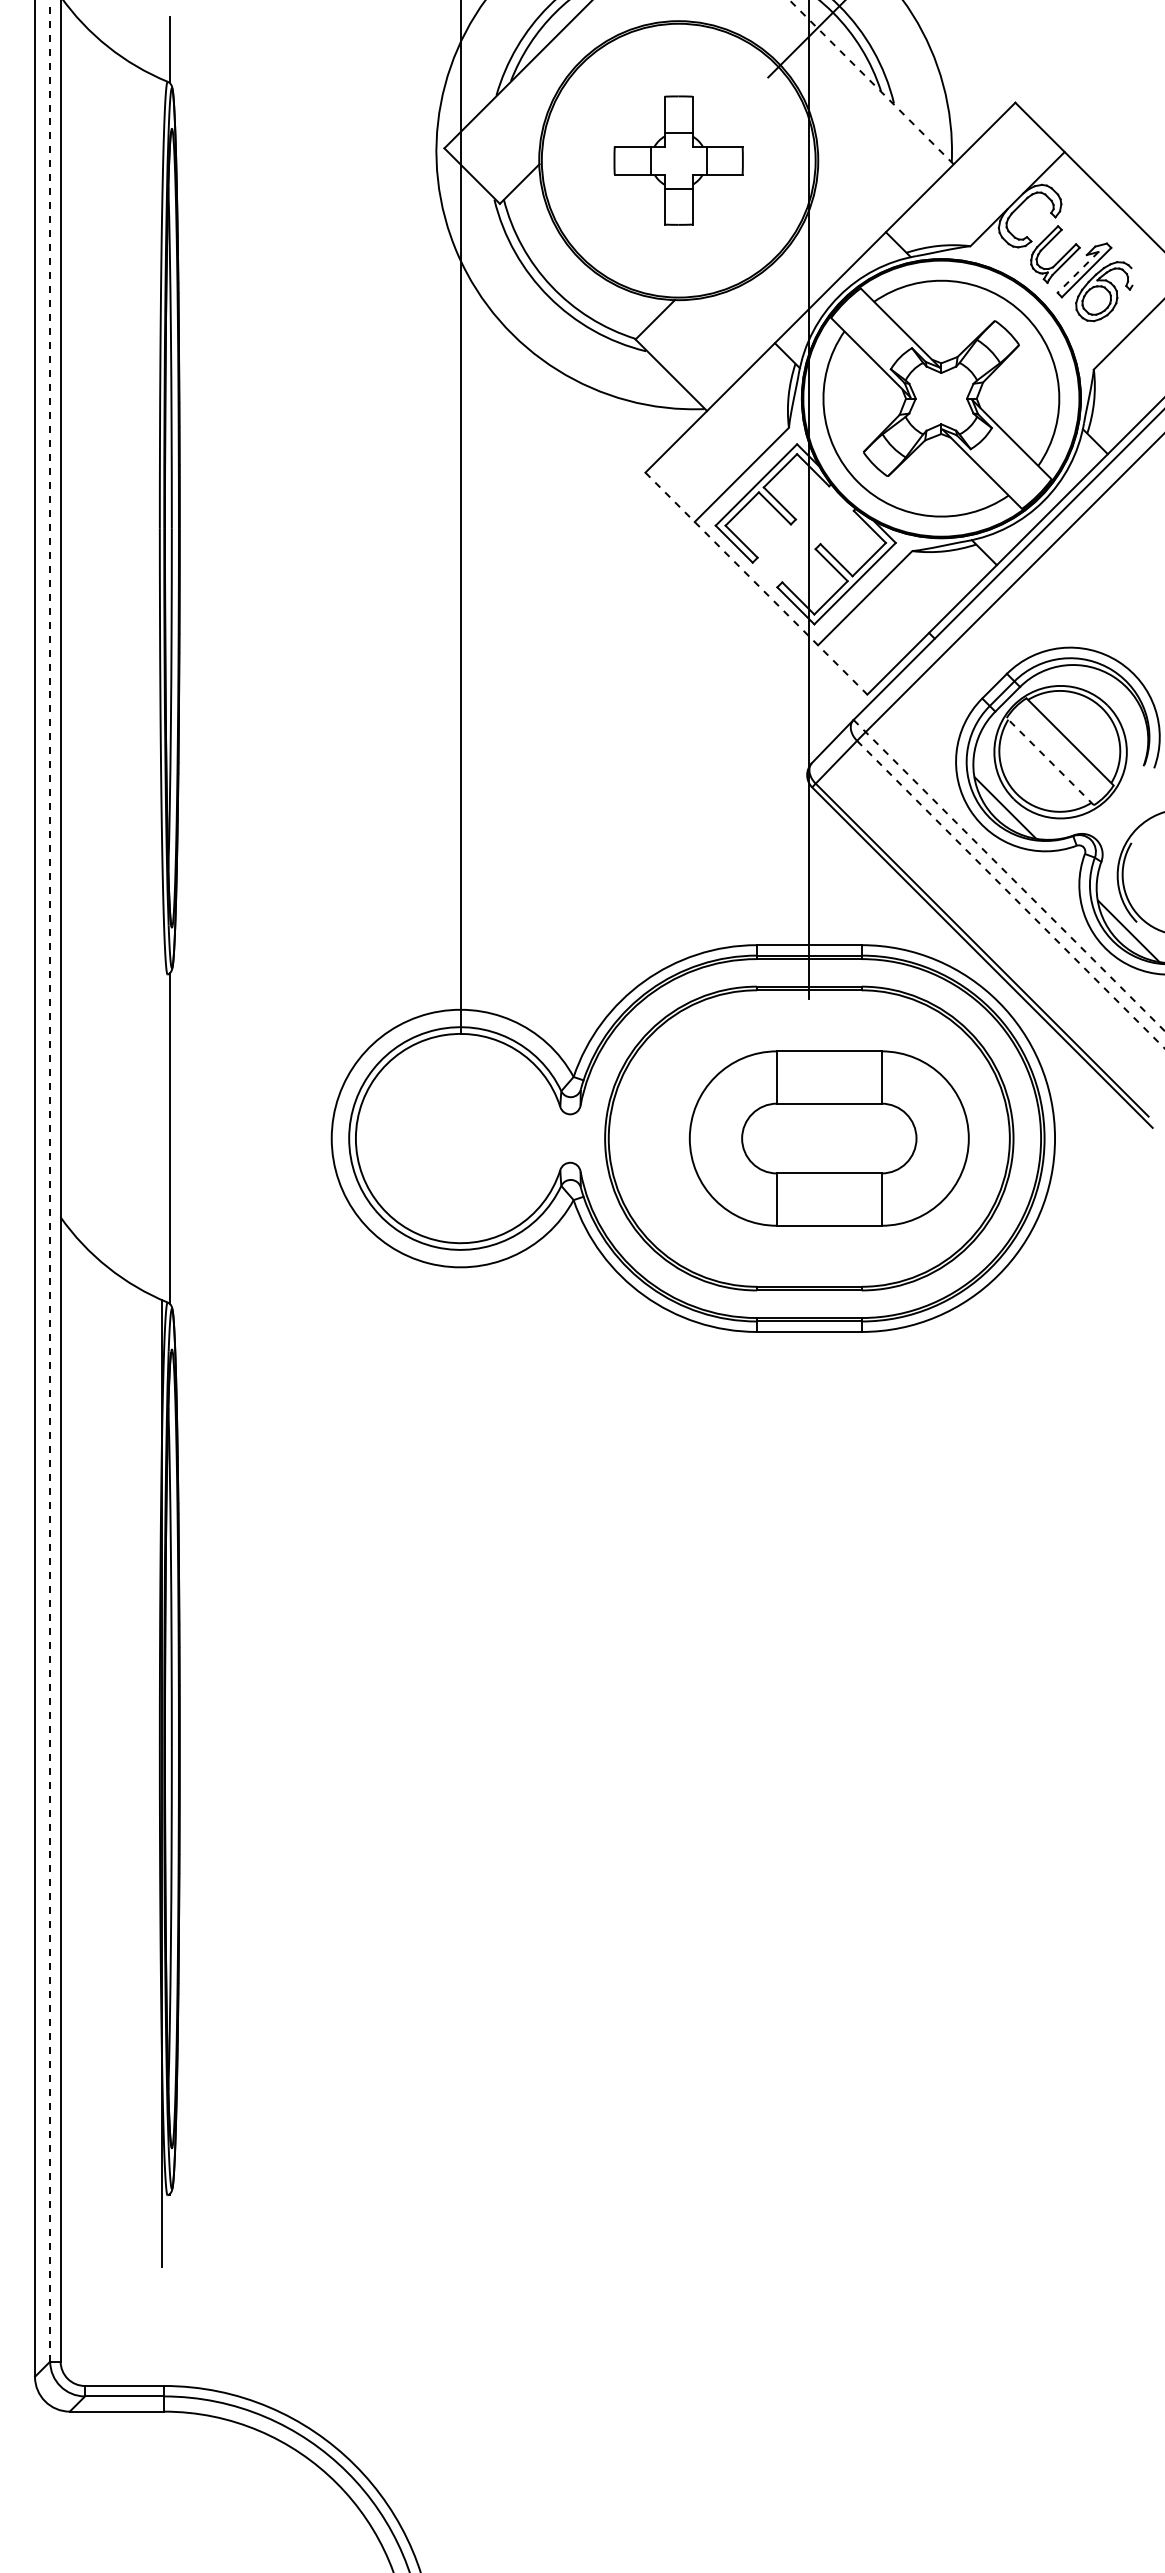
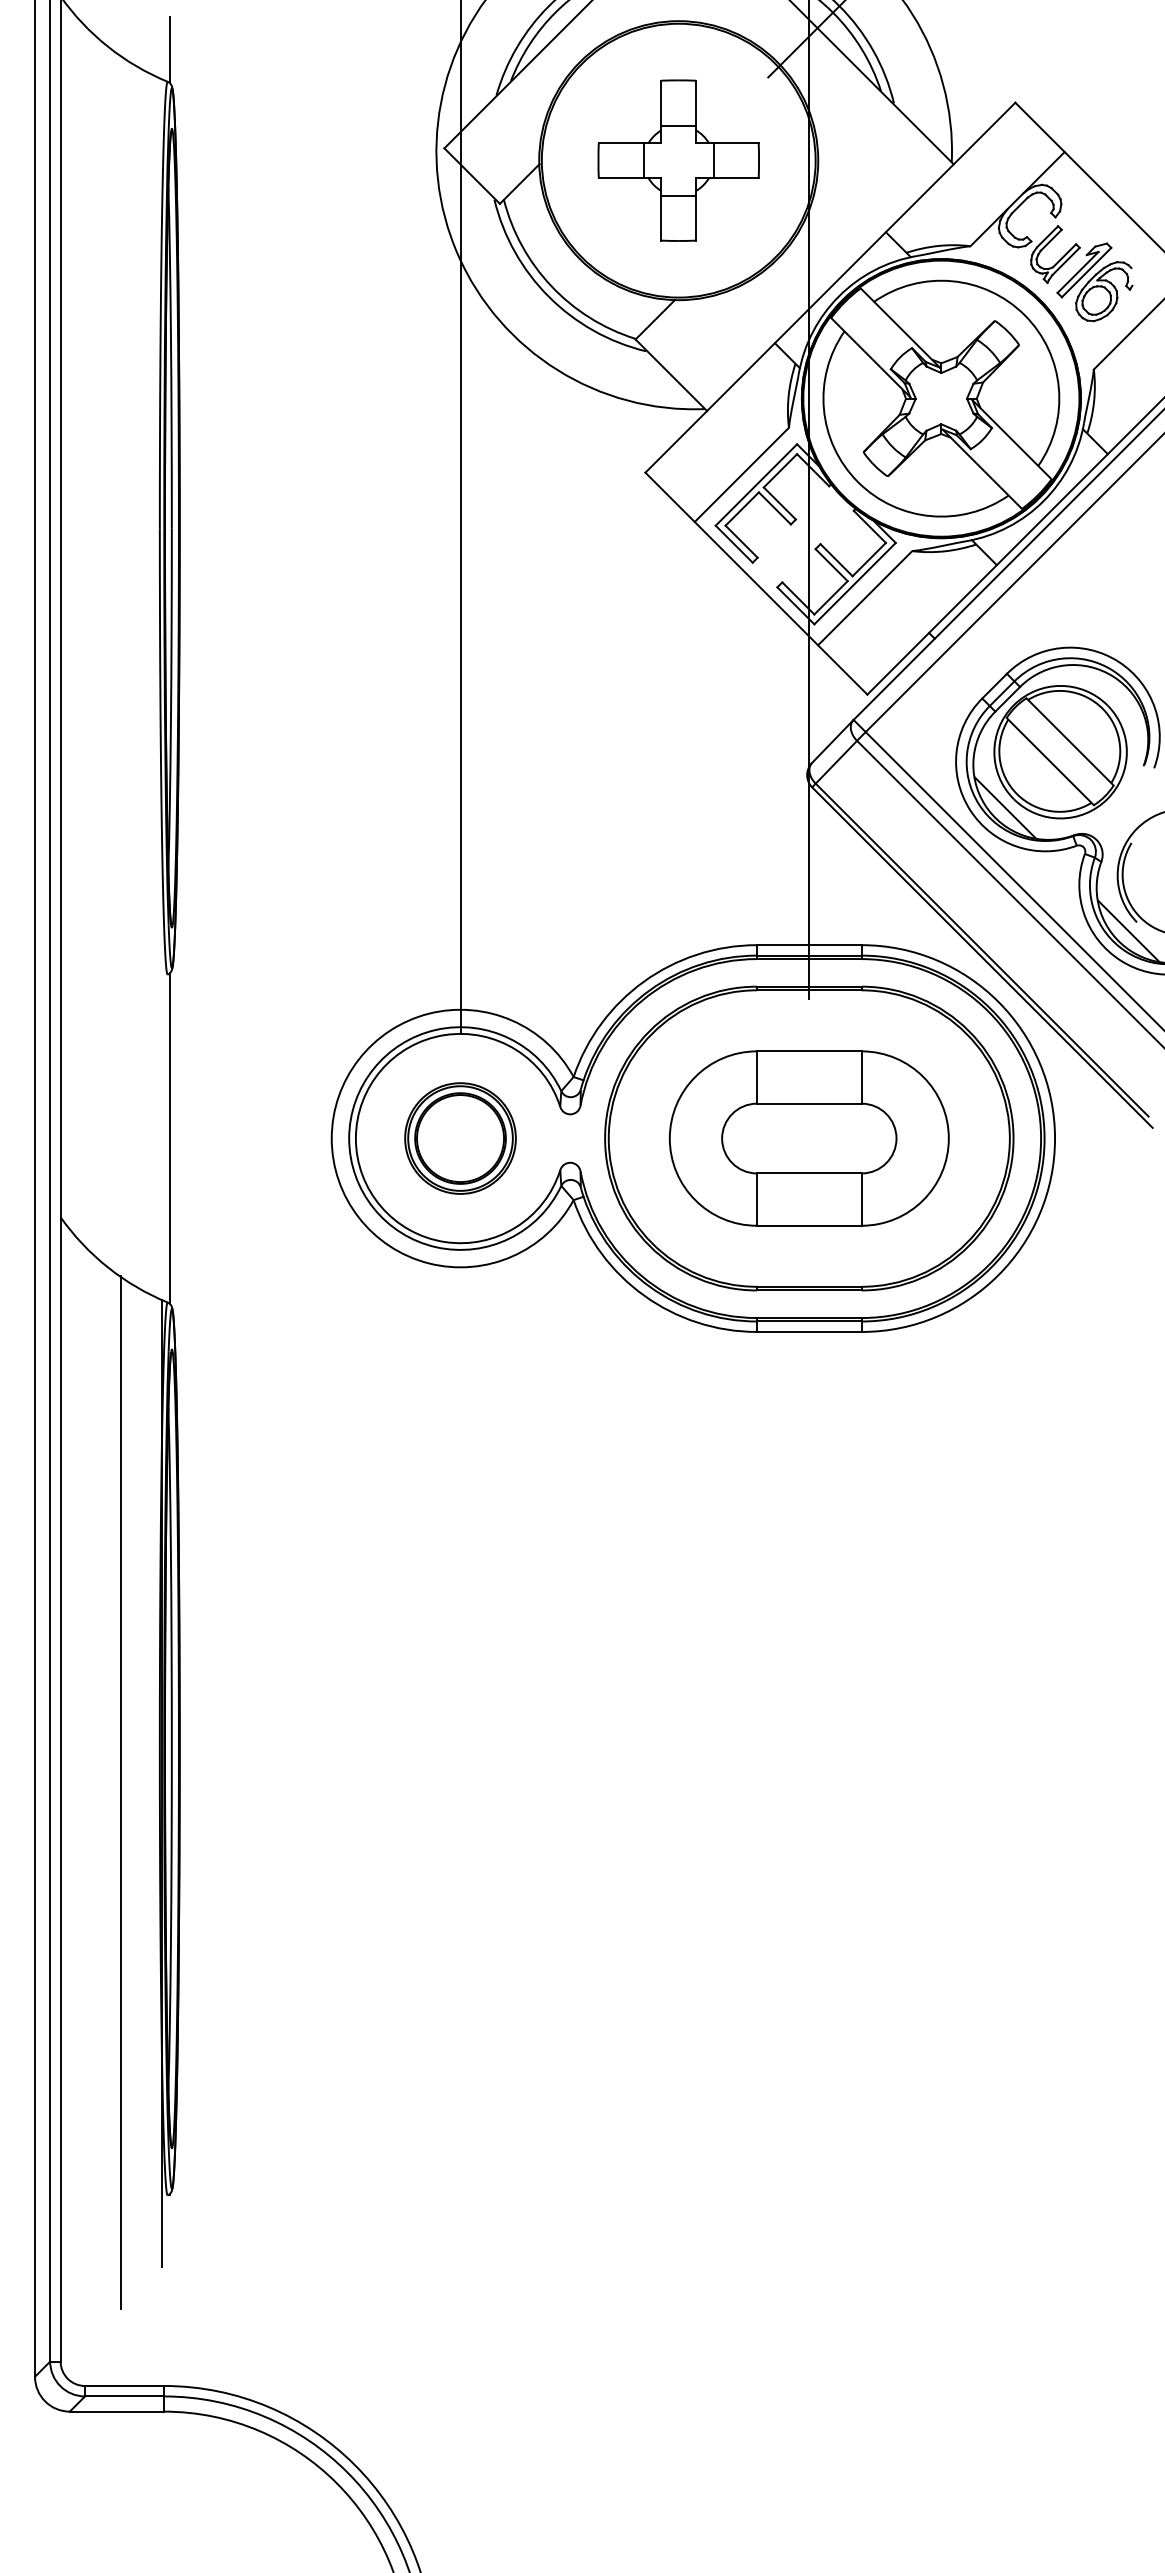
line at (871, 82): dashed -> solid
part at (678, 160) size: 131x131 px -> 163x163 px
line at (1078, 272): dashed -> solid
line at (756, 583): dashed -> solid
line at (1050, 761): dashed -> solid
line at (1009, 875): dashed -> solid
line at (1011, 894): dashed -> solid
part at (460, 1138): none -> present
part at (828, 1138) position: (828, 1138) -> (808, 1138)
line at (50, 1181): dashed -> solid
line at (120, 1792): none -> present
